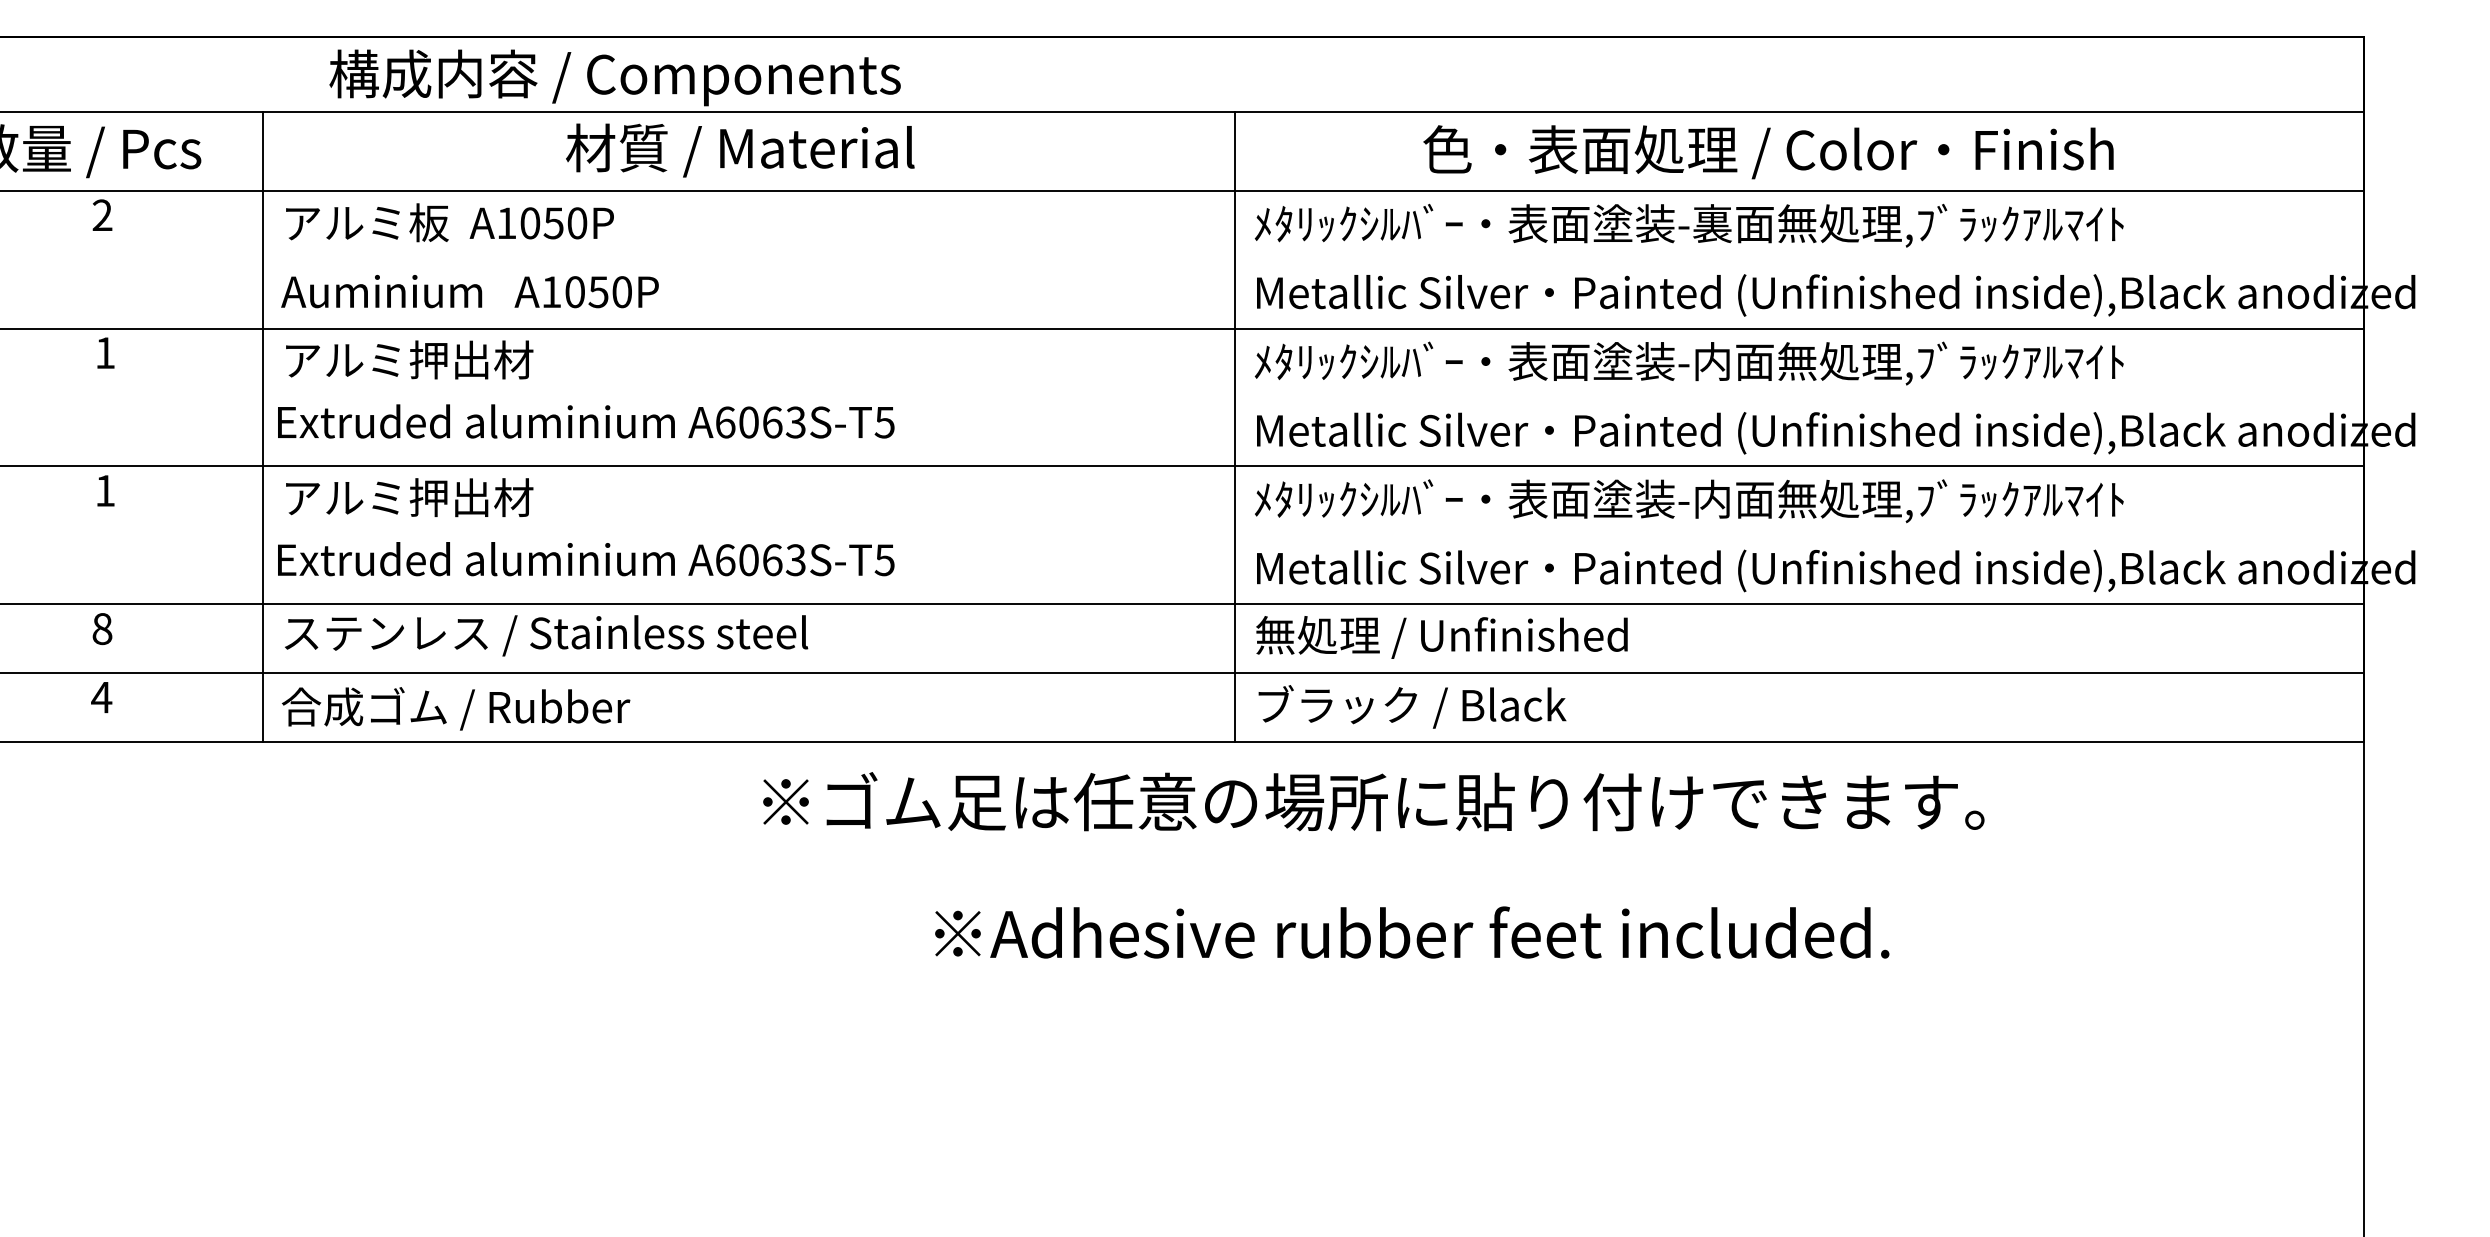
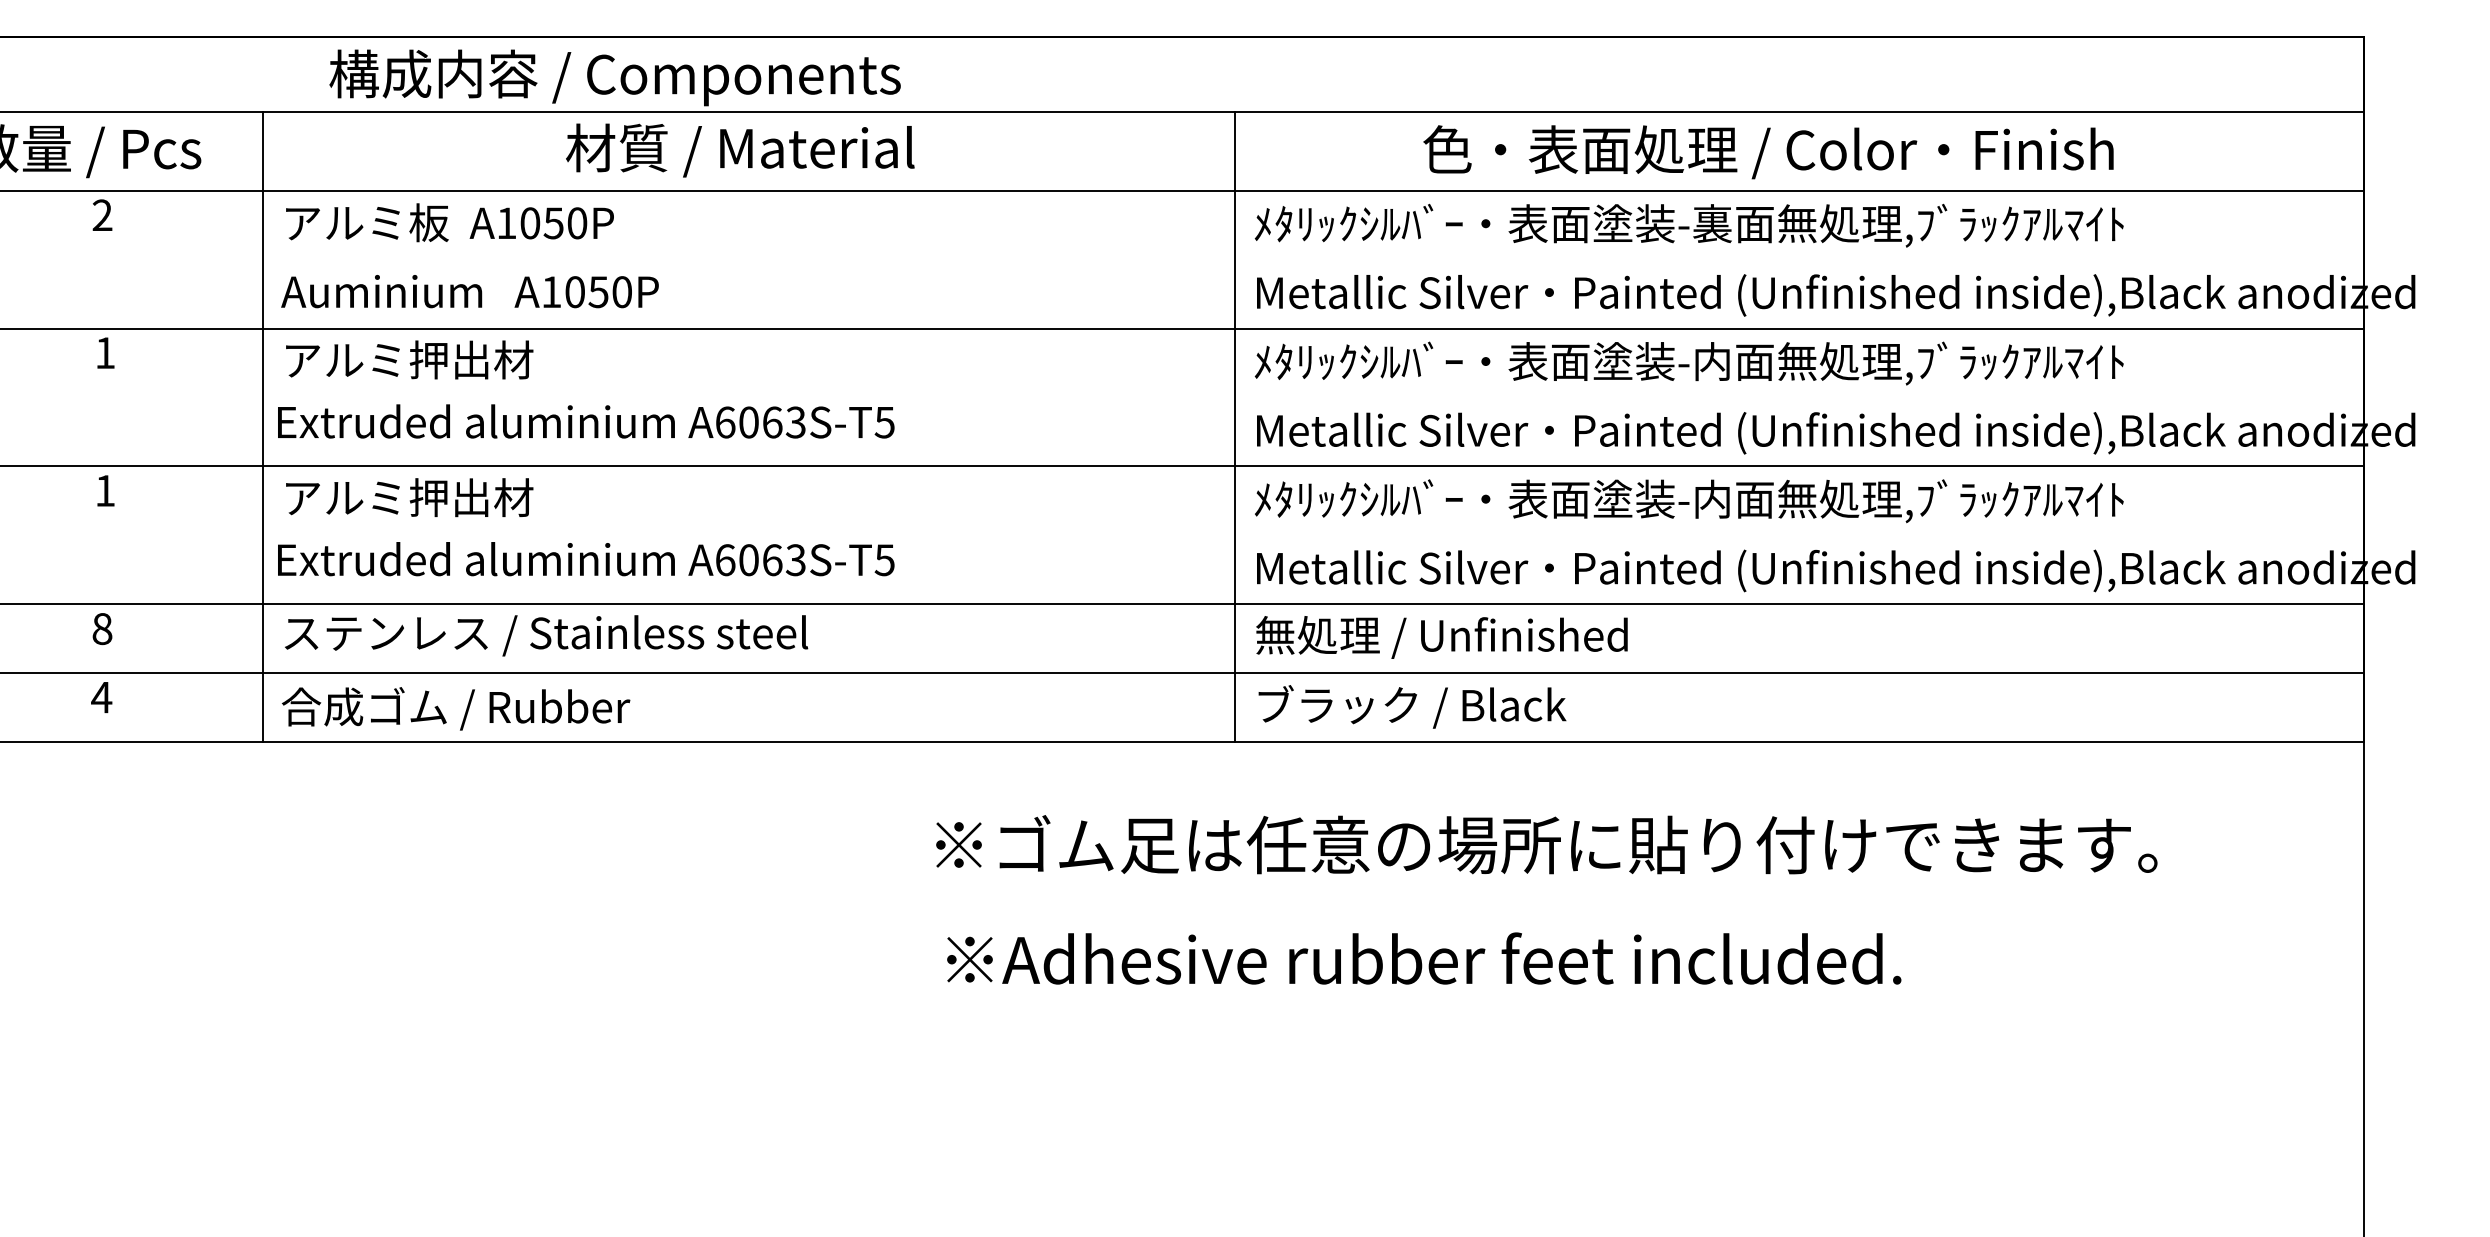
text at (1373, 801) position: (1373, 801) -> (1546, 844)
text at (1412, 932) position: (1412, 932) -> (1424, 958)
